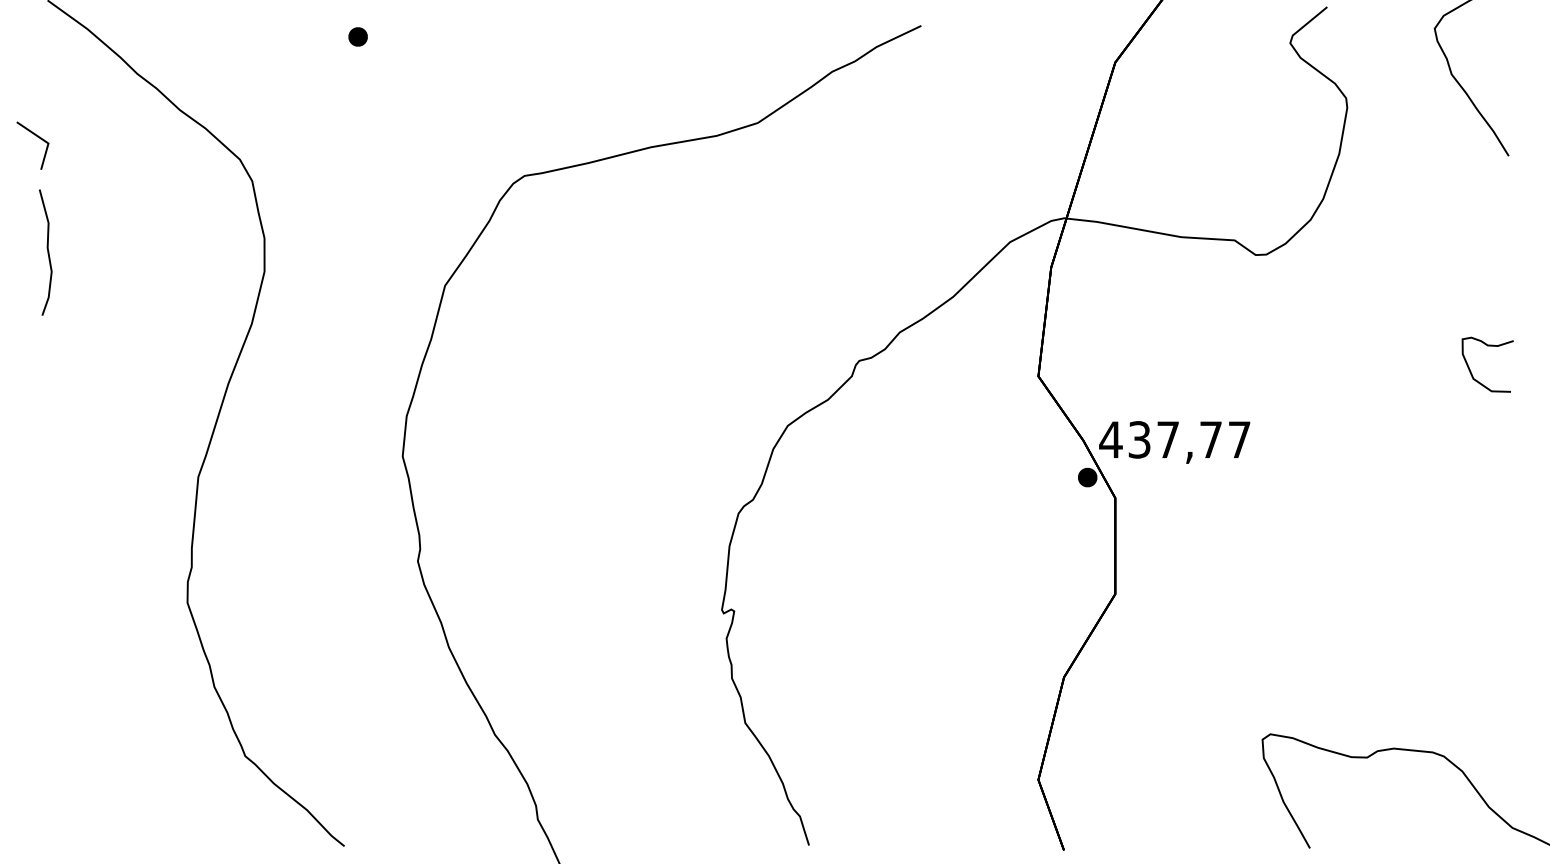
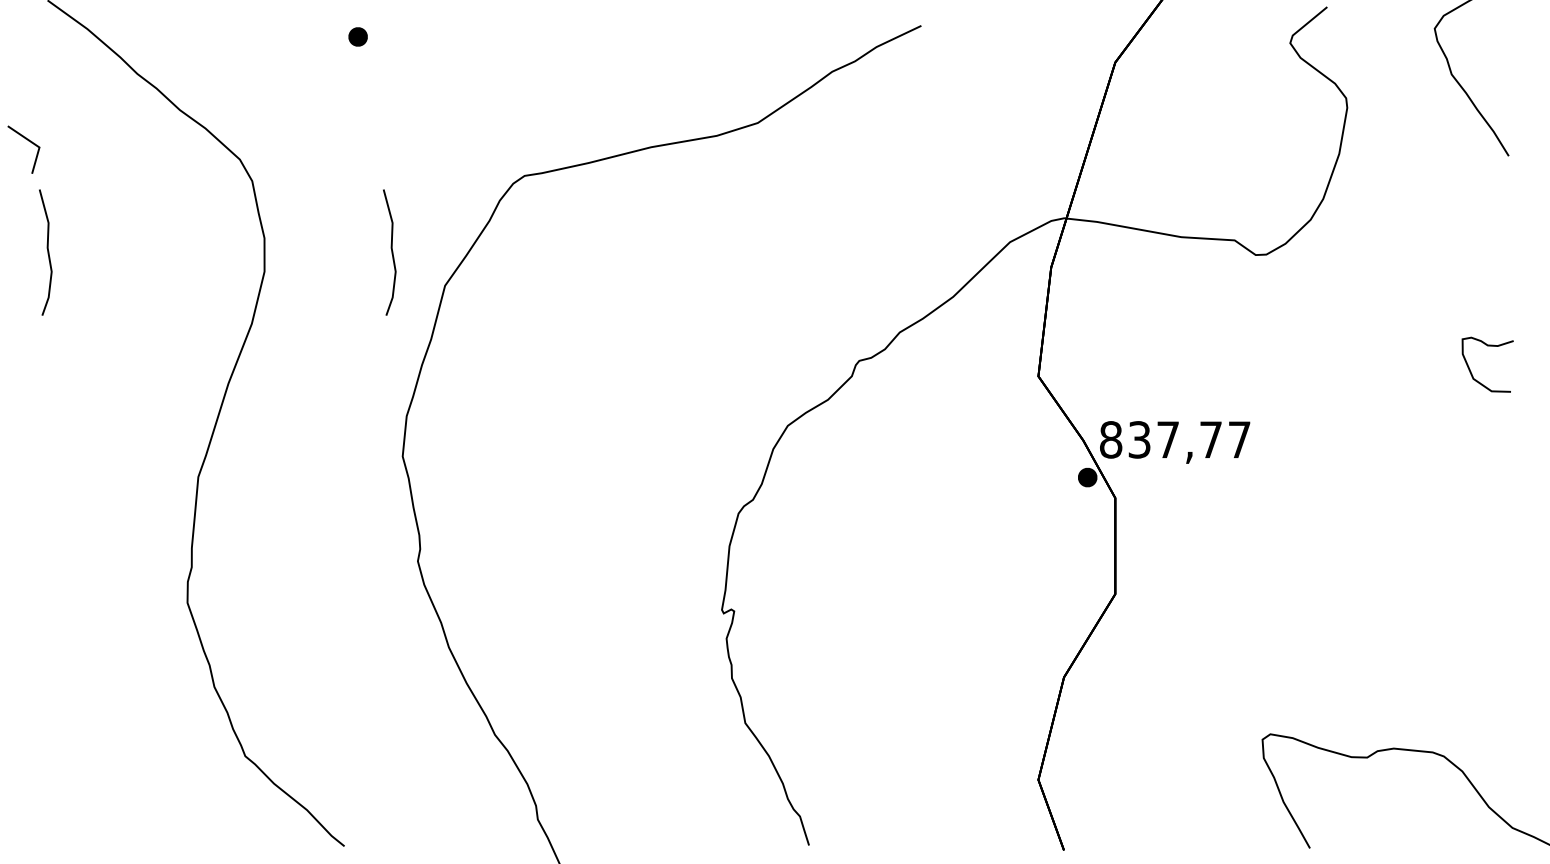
line at (37, 137) position: (37, 137) -> (28, 141)
curve at (391, 252): none -> present
text at (1110, 439): 437,77 -> 837,77
